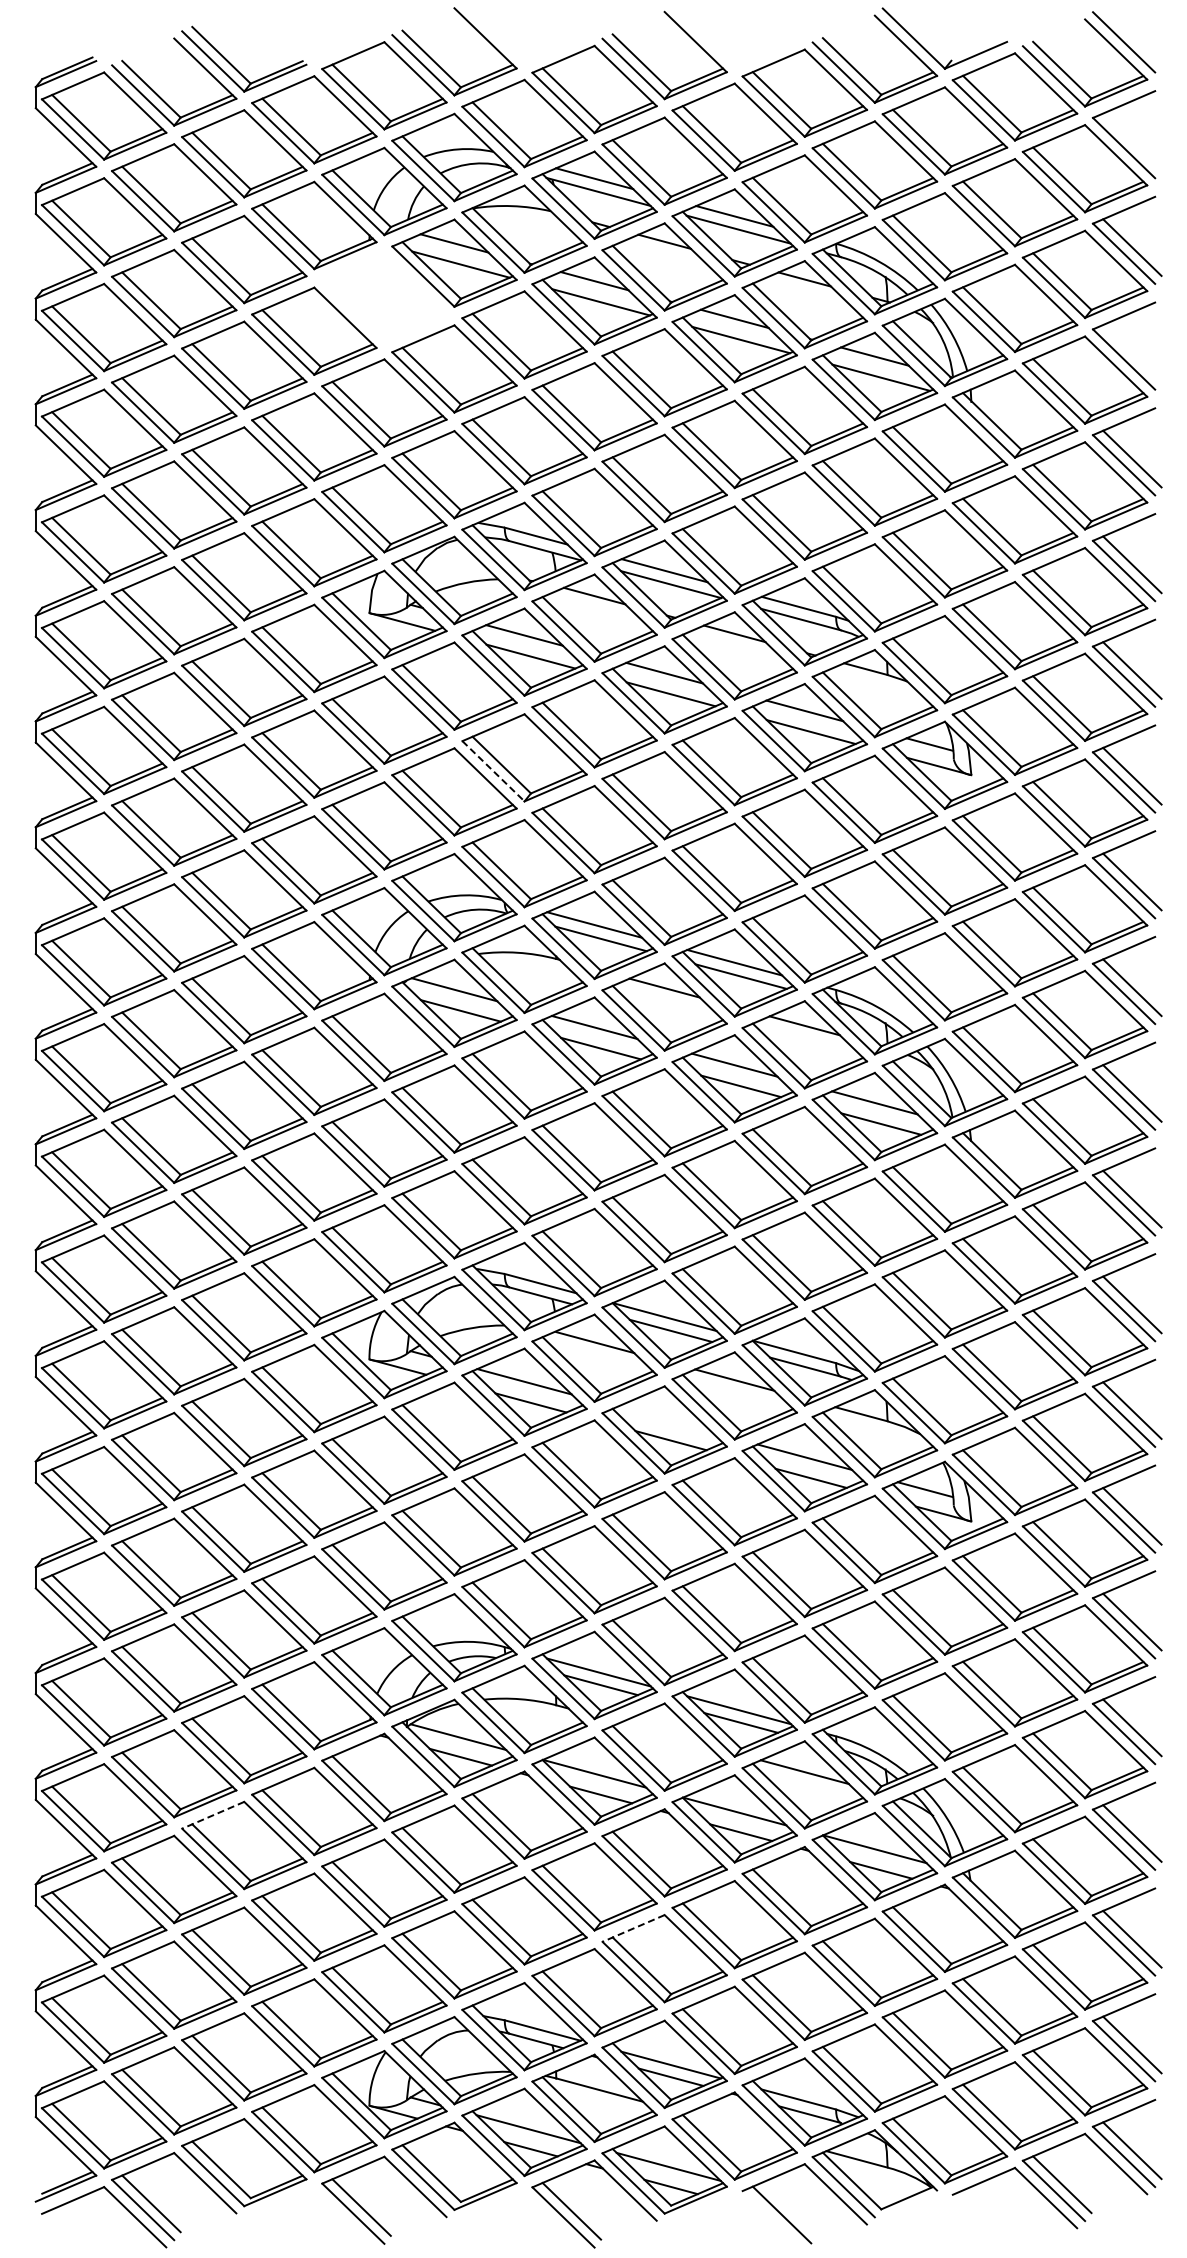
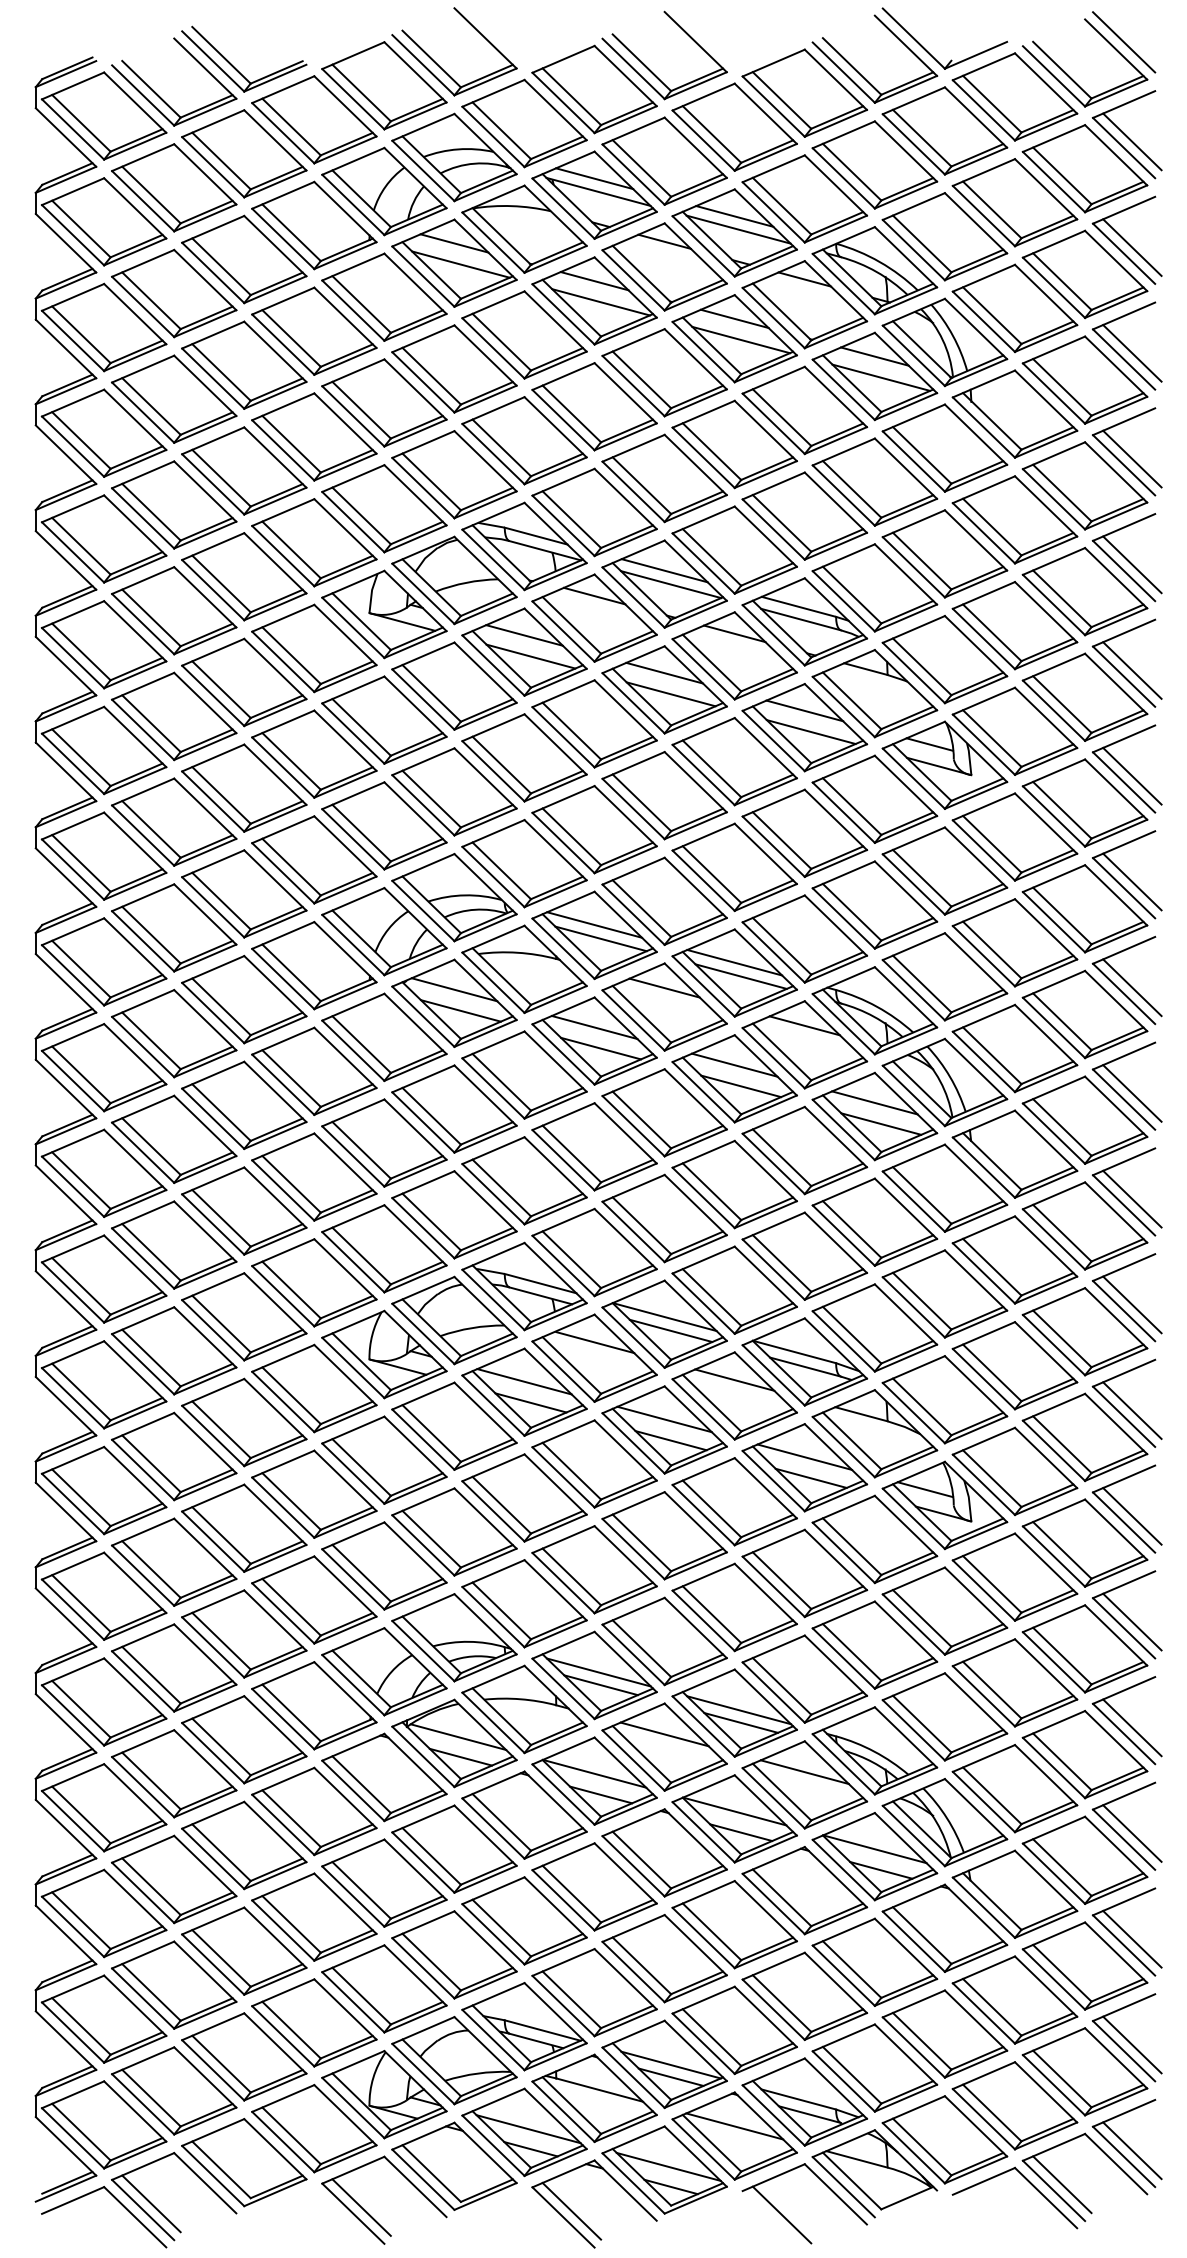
line at (1132, 141): none -> present
part at (384, 296): none -> present
line at (1132, 353): none -> present
line at (493, 771): dashed -> solid
line at (664, 1419): none -> present
line at (664, 1734): none -> present
line at (213, 1815): dashed -> solid
line at (633, 1928): dashed -> solid
line at (734, 2126): none -> present
